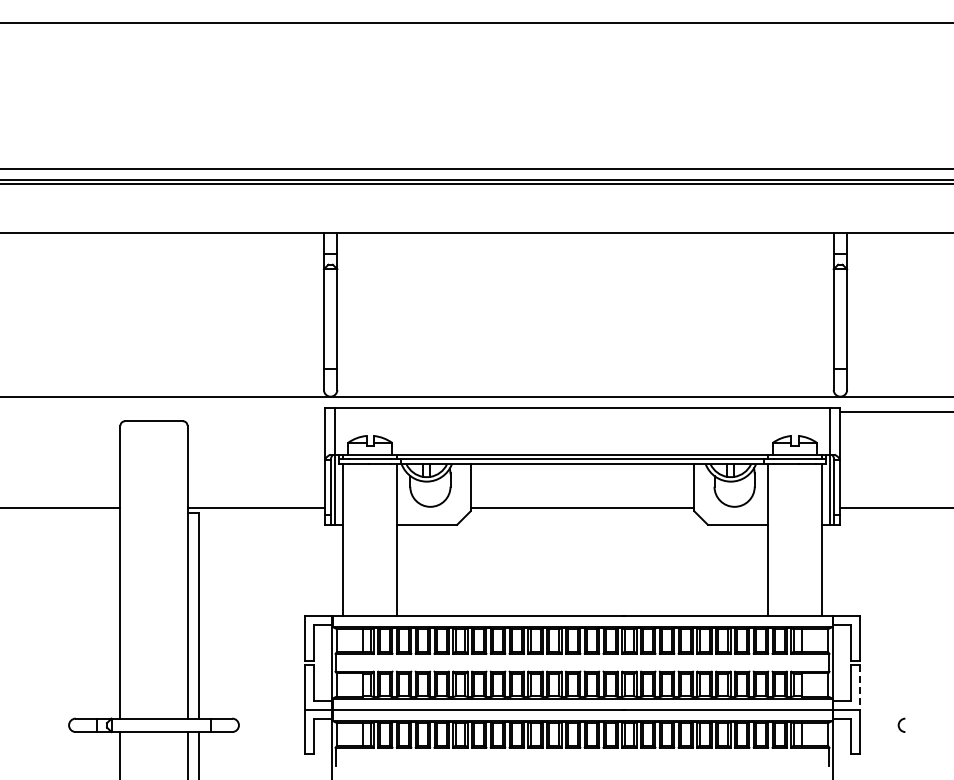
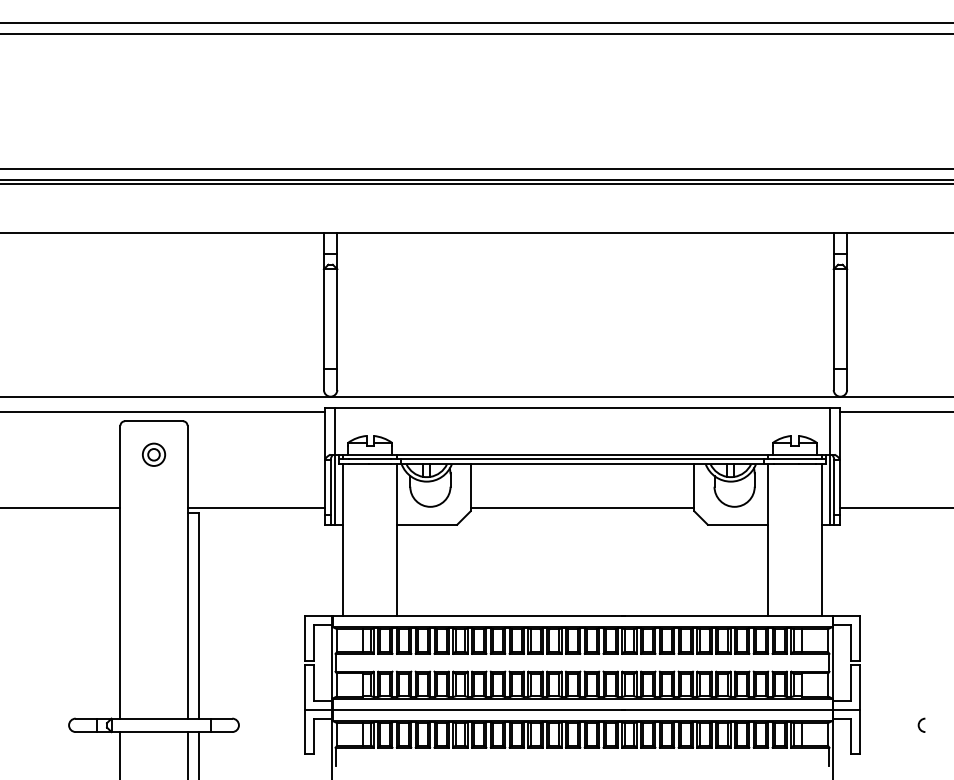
line at (476, 34): none -> present
line at (163, 412): none -> present
part at (154, 454): none -> present
line at (859, 687): dashed -> solid
arc at (899, 724) position: (899, 724) -> (919, 724)
